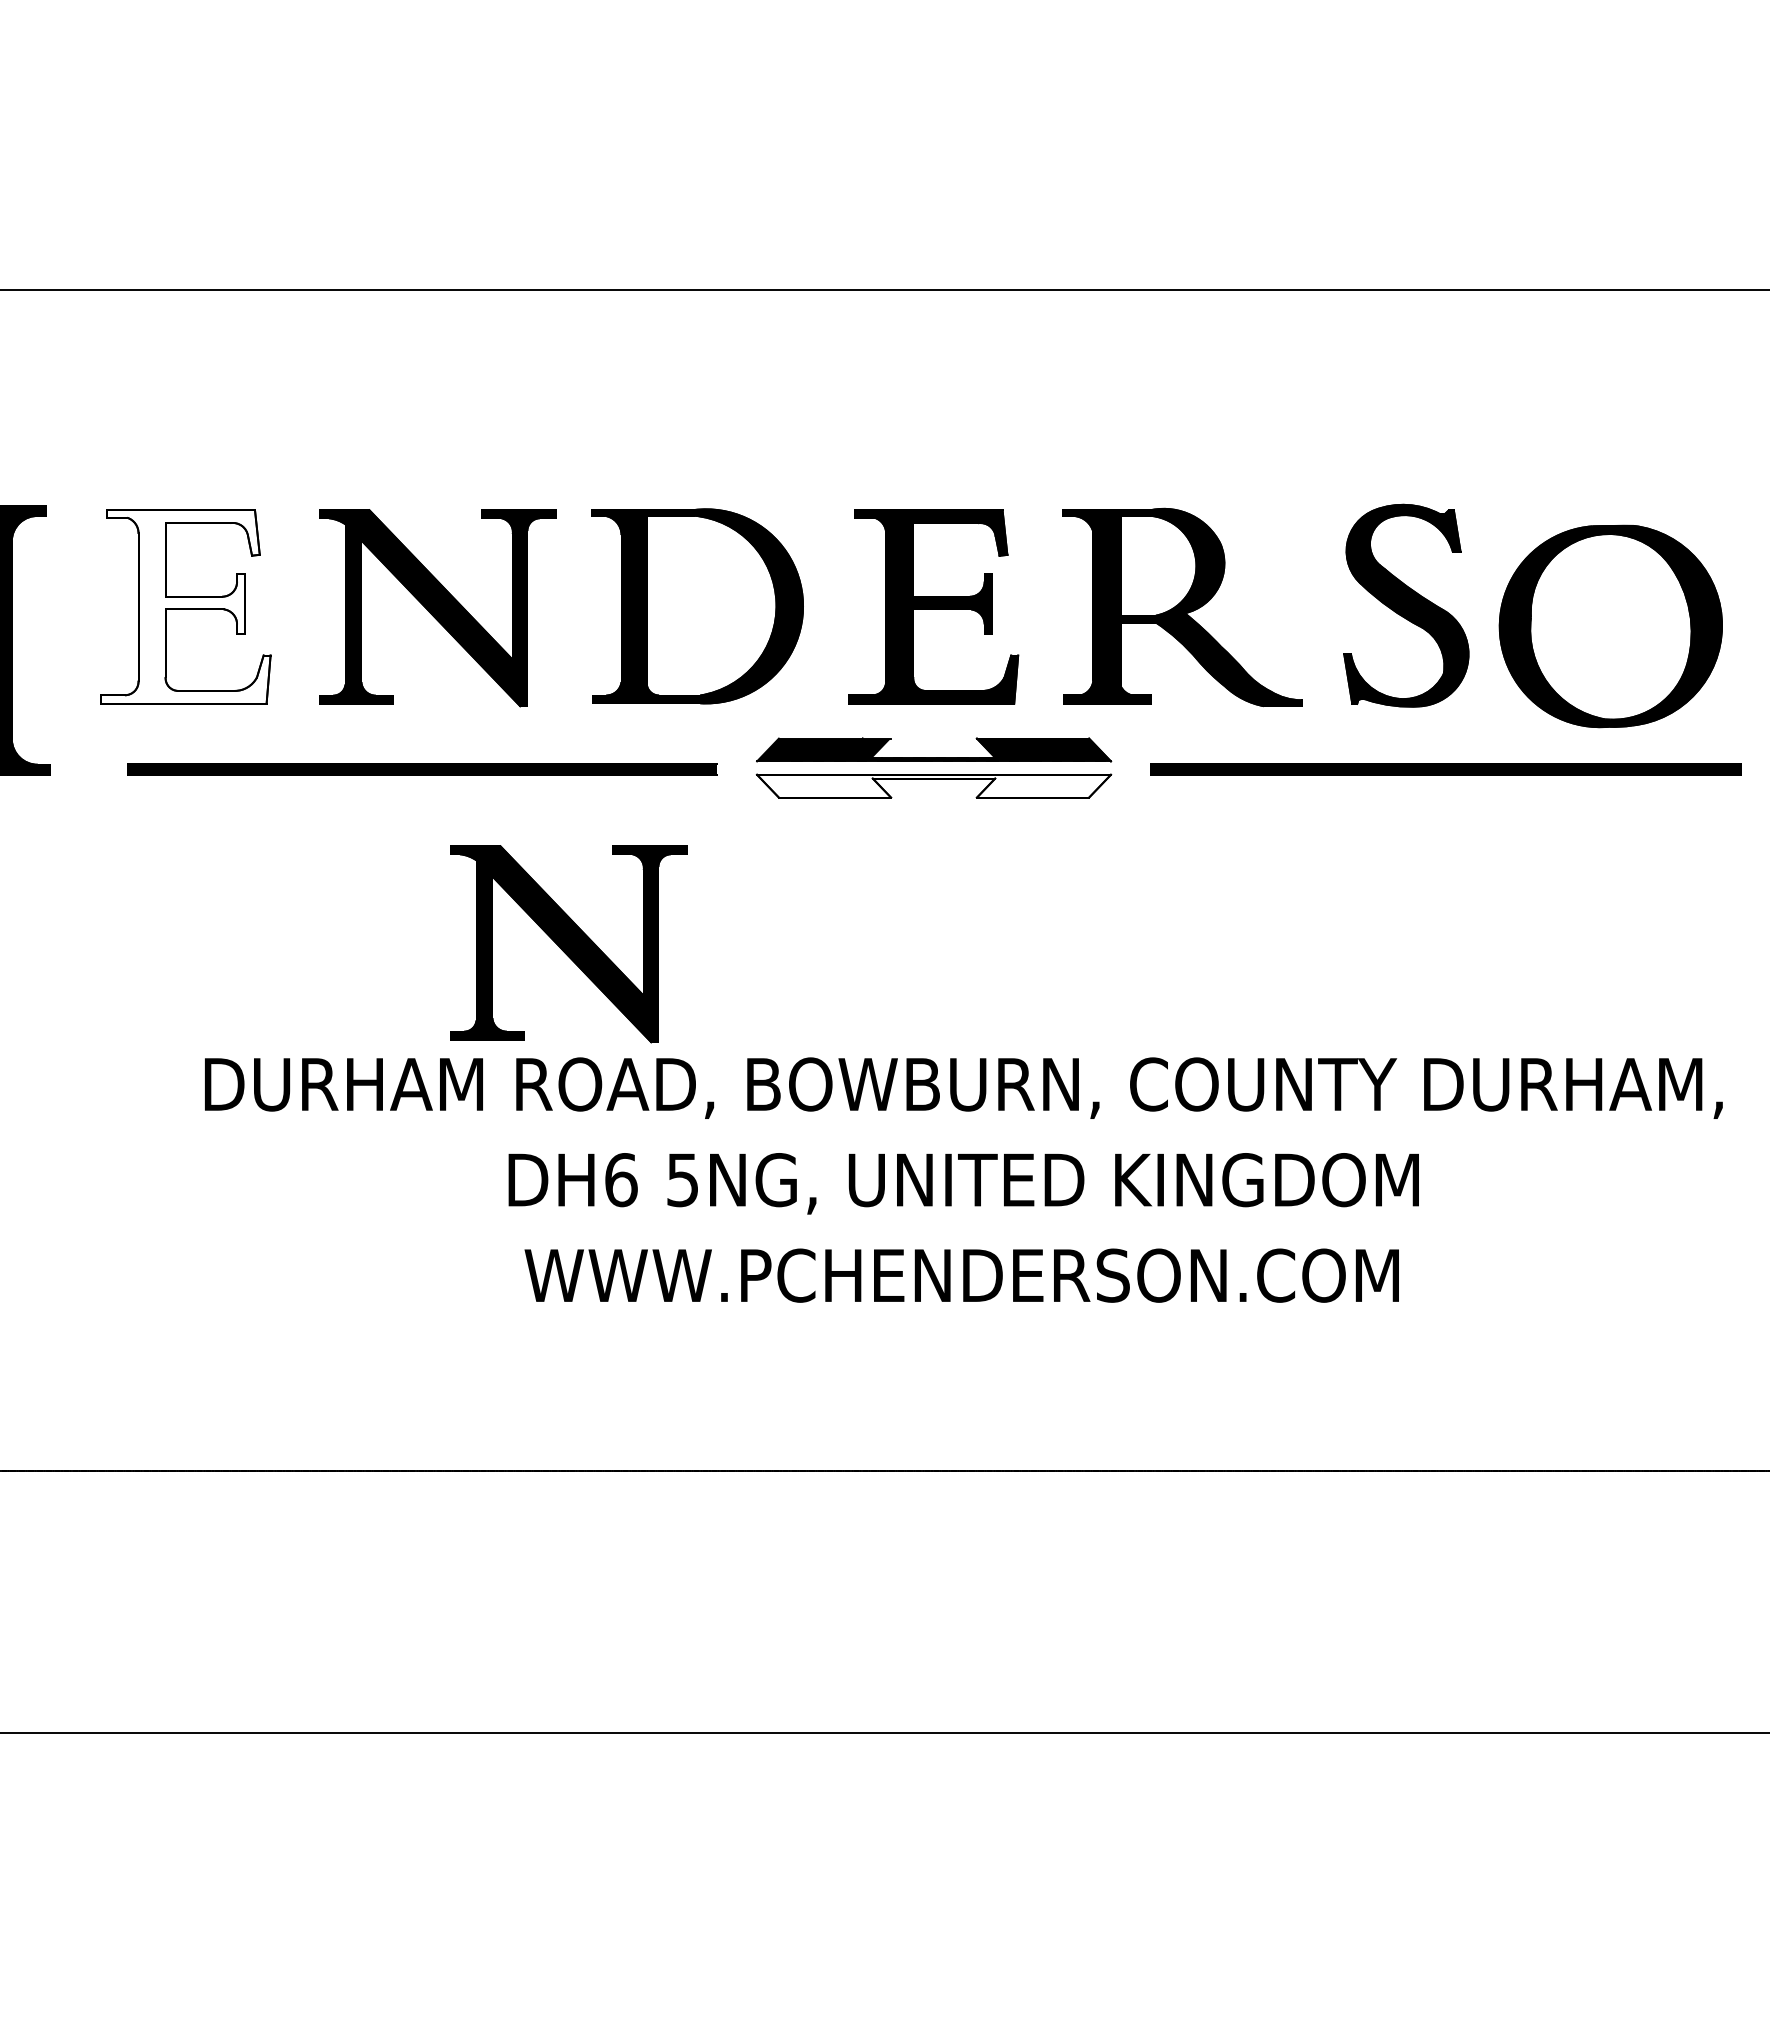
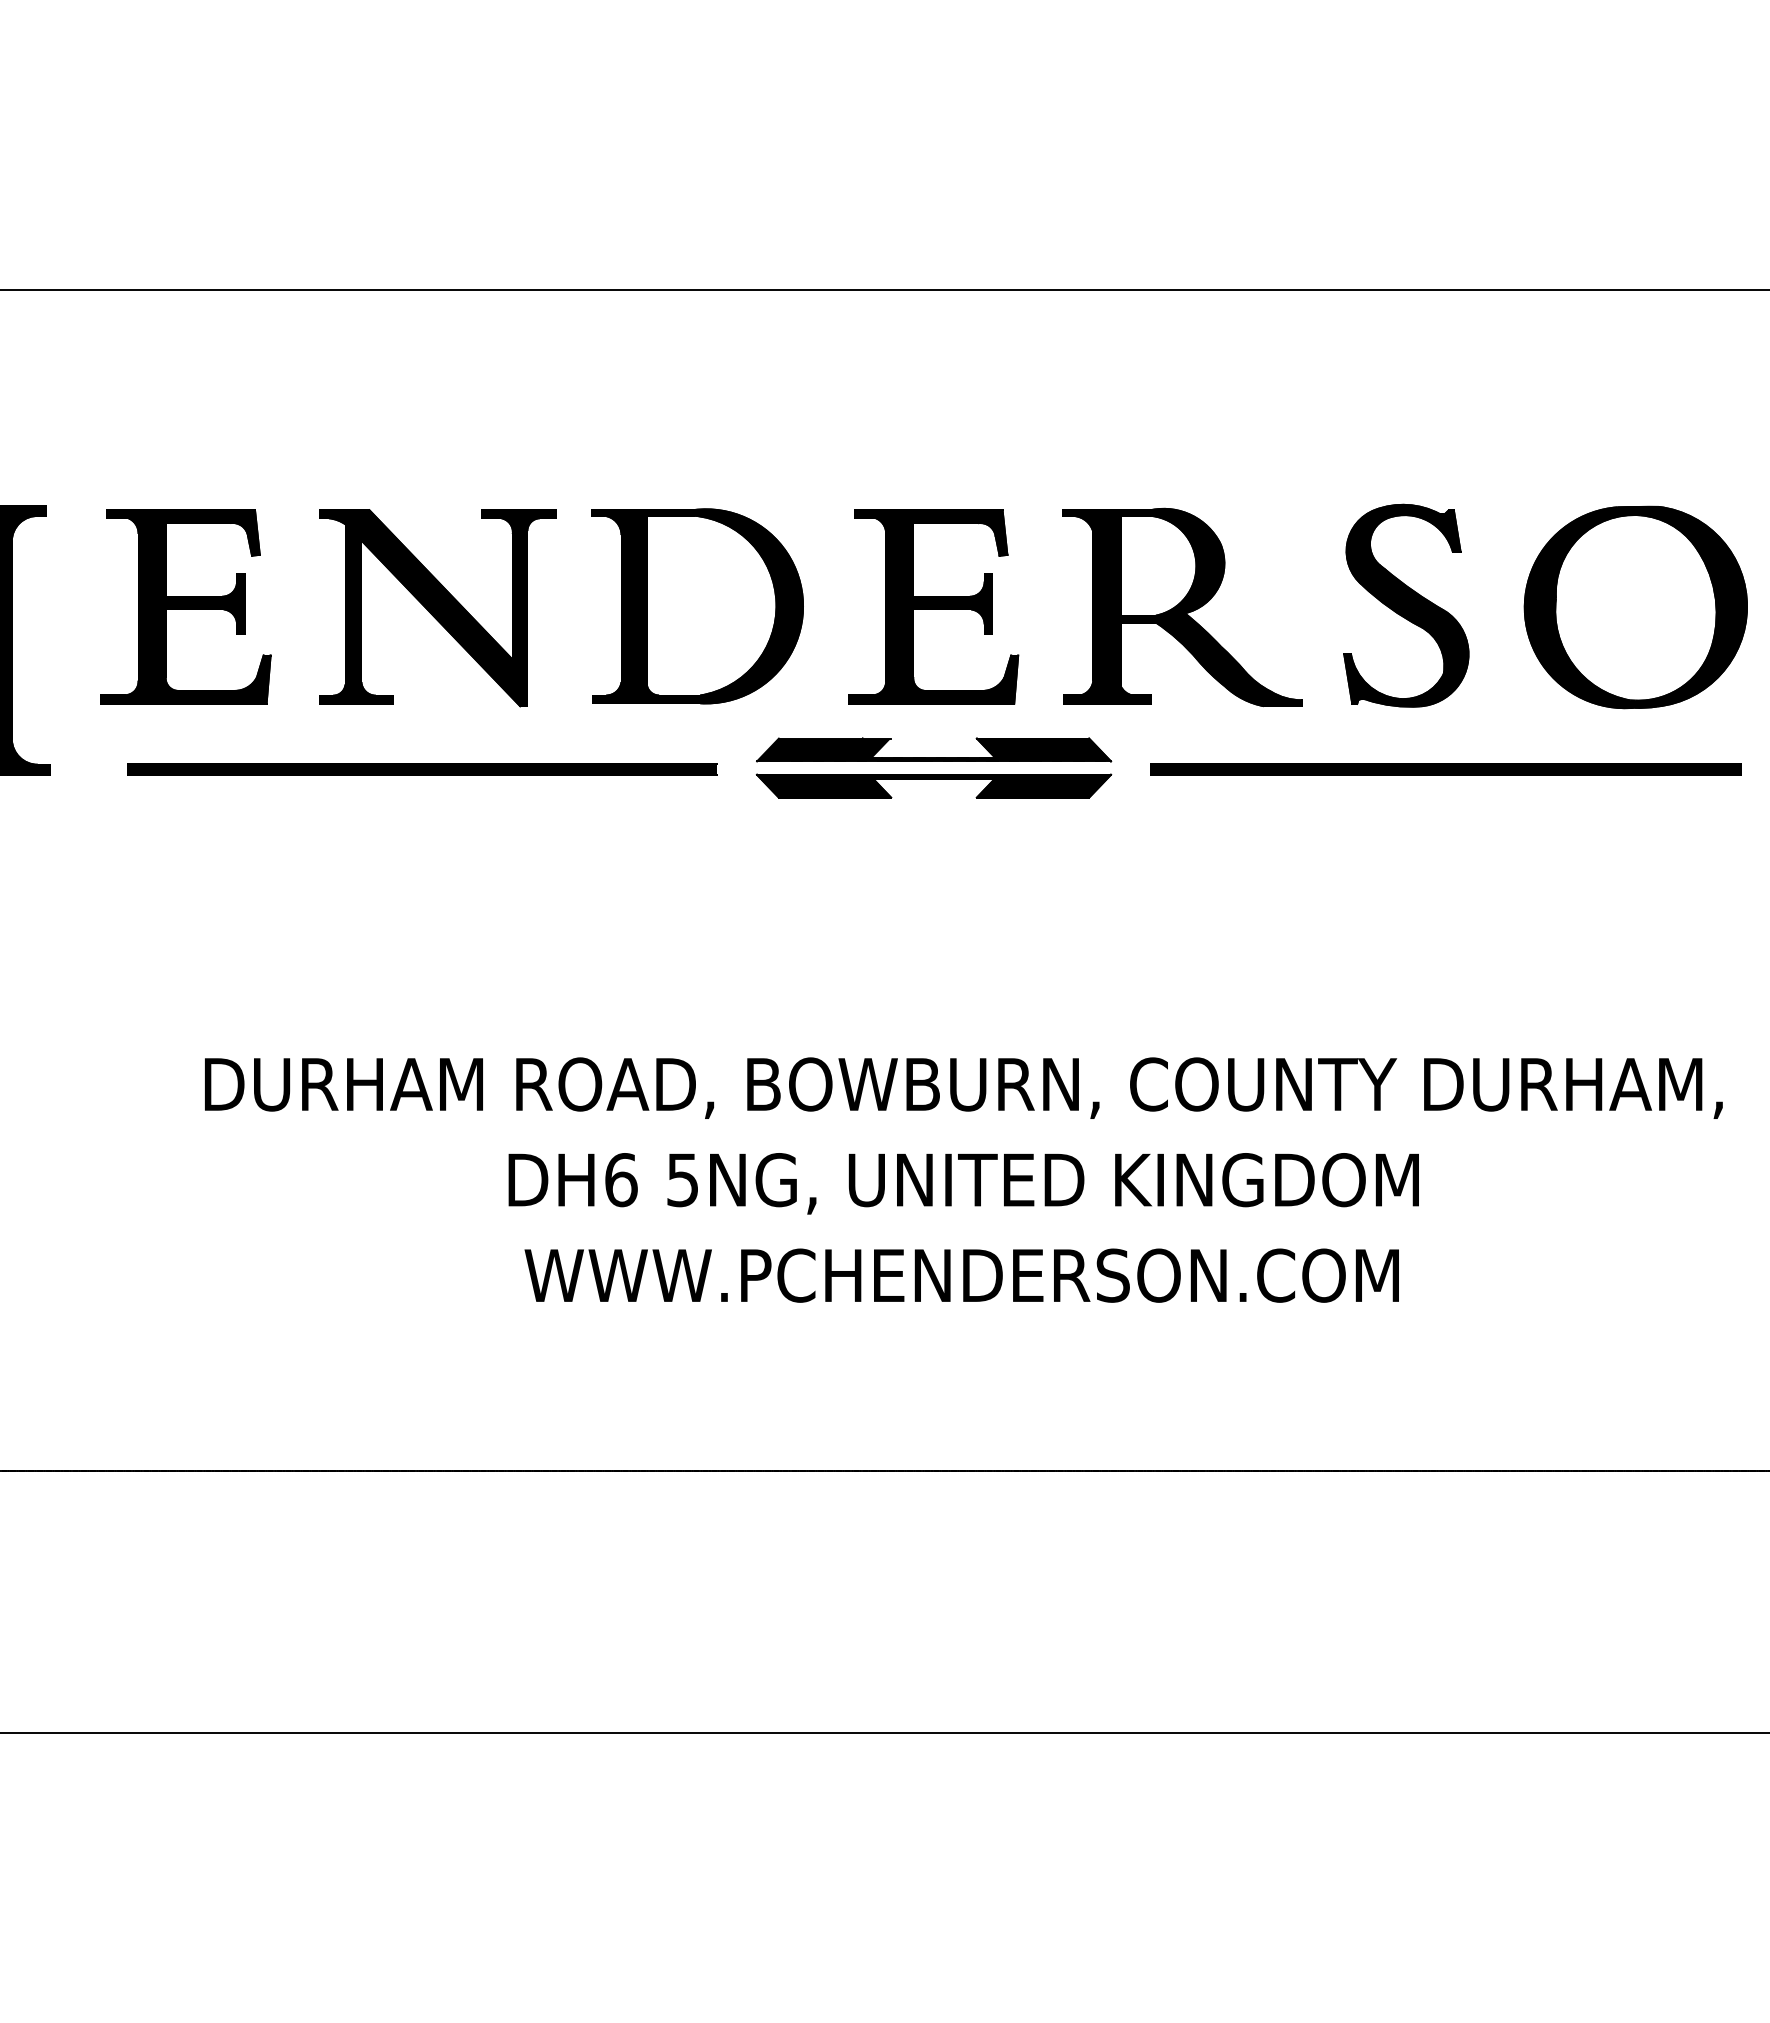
fill at (185, 606): none -> present
part at (1610, 626) position: (1610, 626) -> (1635, 607)
fill at (933, 785): none -> present
part at (568, 944): present -> none
